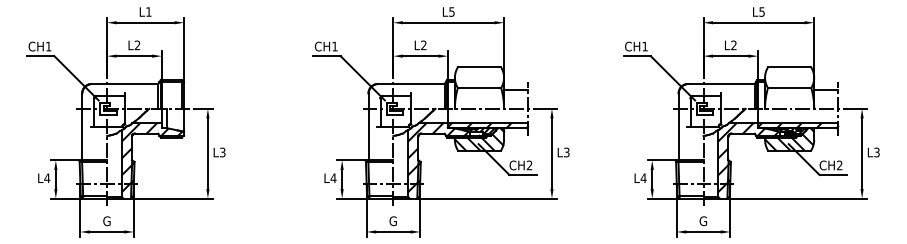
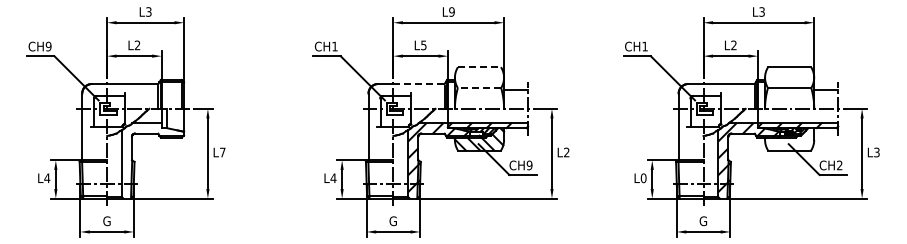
text at (148, 11): L1 -> L3
text at (451, 11): L5 -> L9
text at (761, 11): L5 -> L3
text at (423, 45): L2 -> L5
text at (48, 46): CH1 -> CH9
line at (480, 67): solid -> dashed
line at (419, 84): solid -> dashed
line at (479, 88): solid -> dashed
hatch at (789, 139): present -> none
text at (222, 152): L3 -> L7
text at (566, 152): L3 -> L2
hatch at (151, 157): present -> none
text at (529, 165): CH2 -> CH9
text at (643, 178): L4 -> L0
